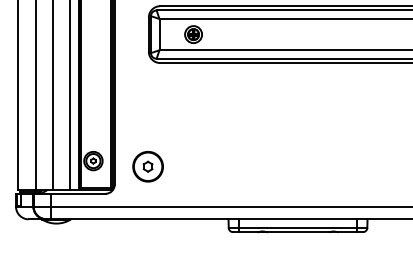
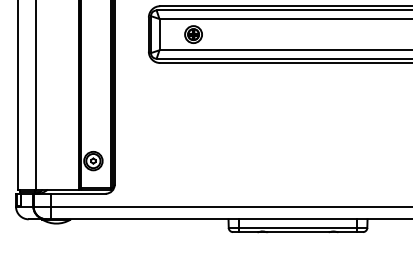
line at (53, 95): present -> none
line at (69, 95): present -> none
part at (147, 166): present -> none
